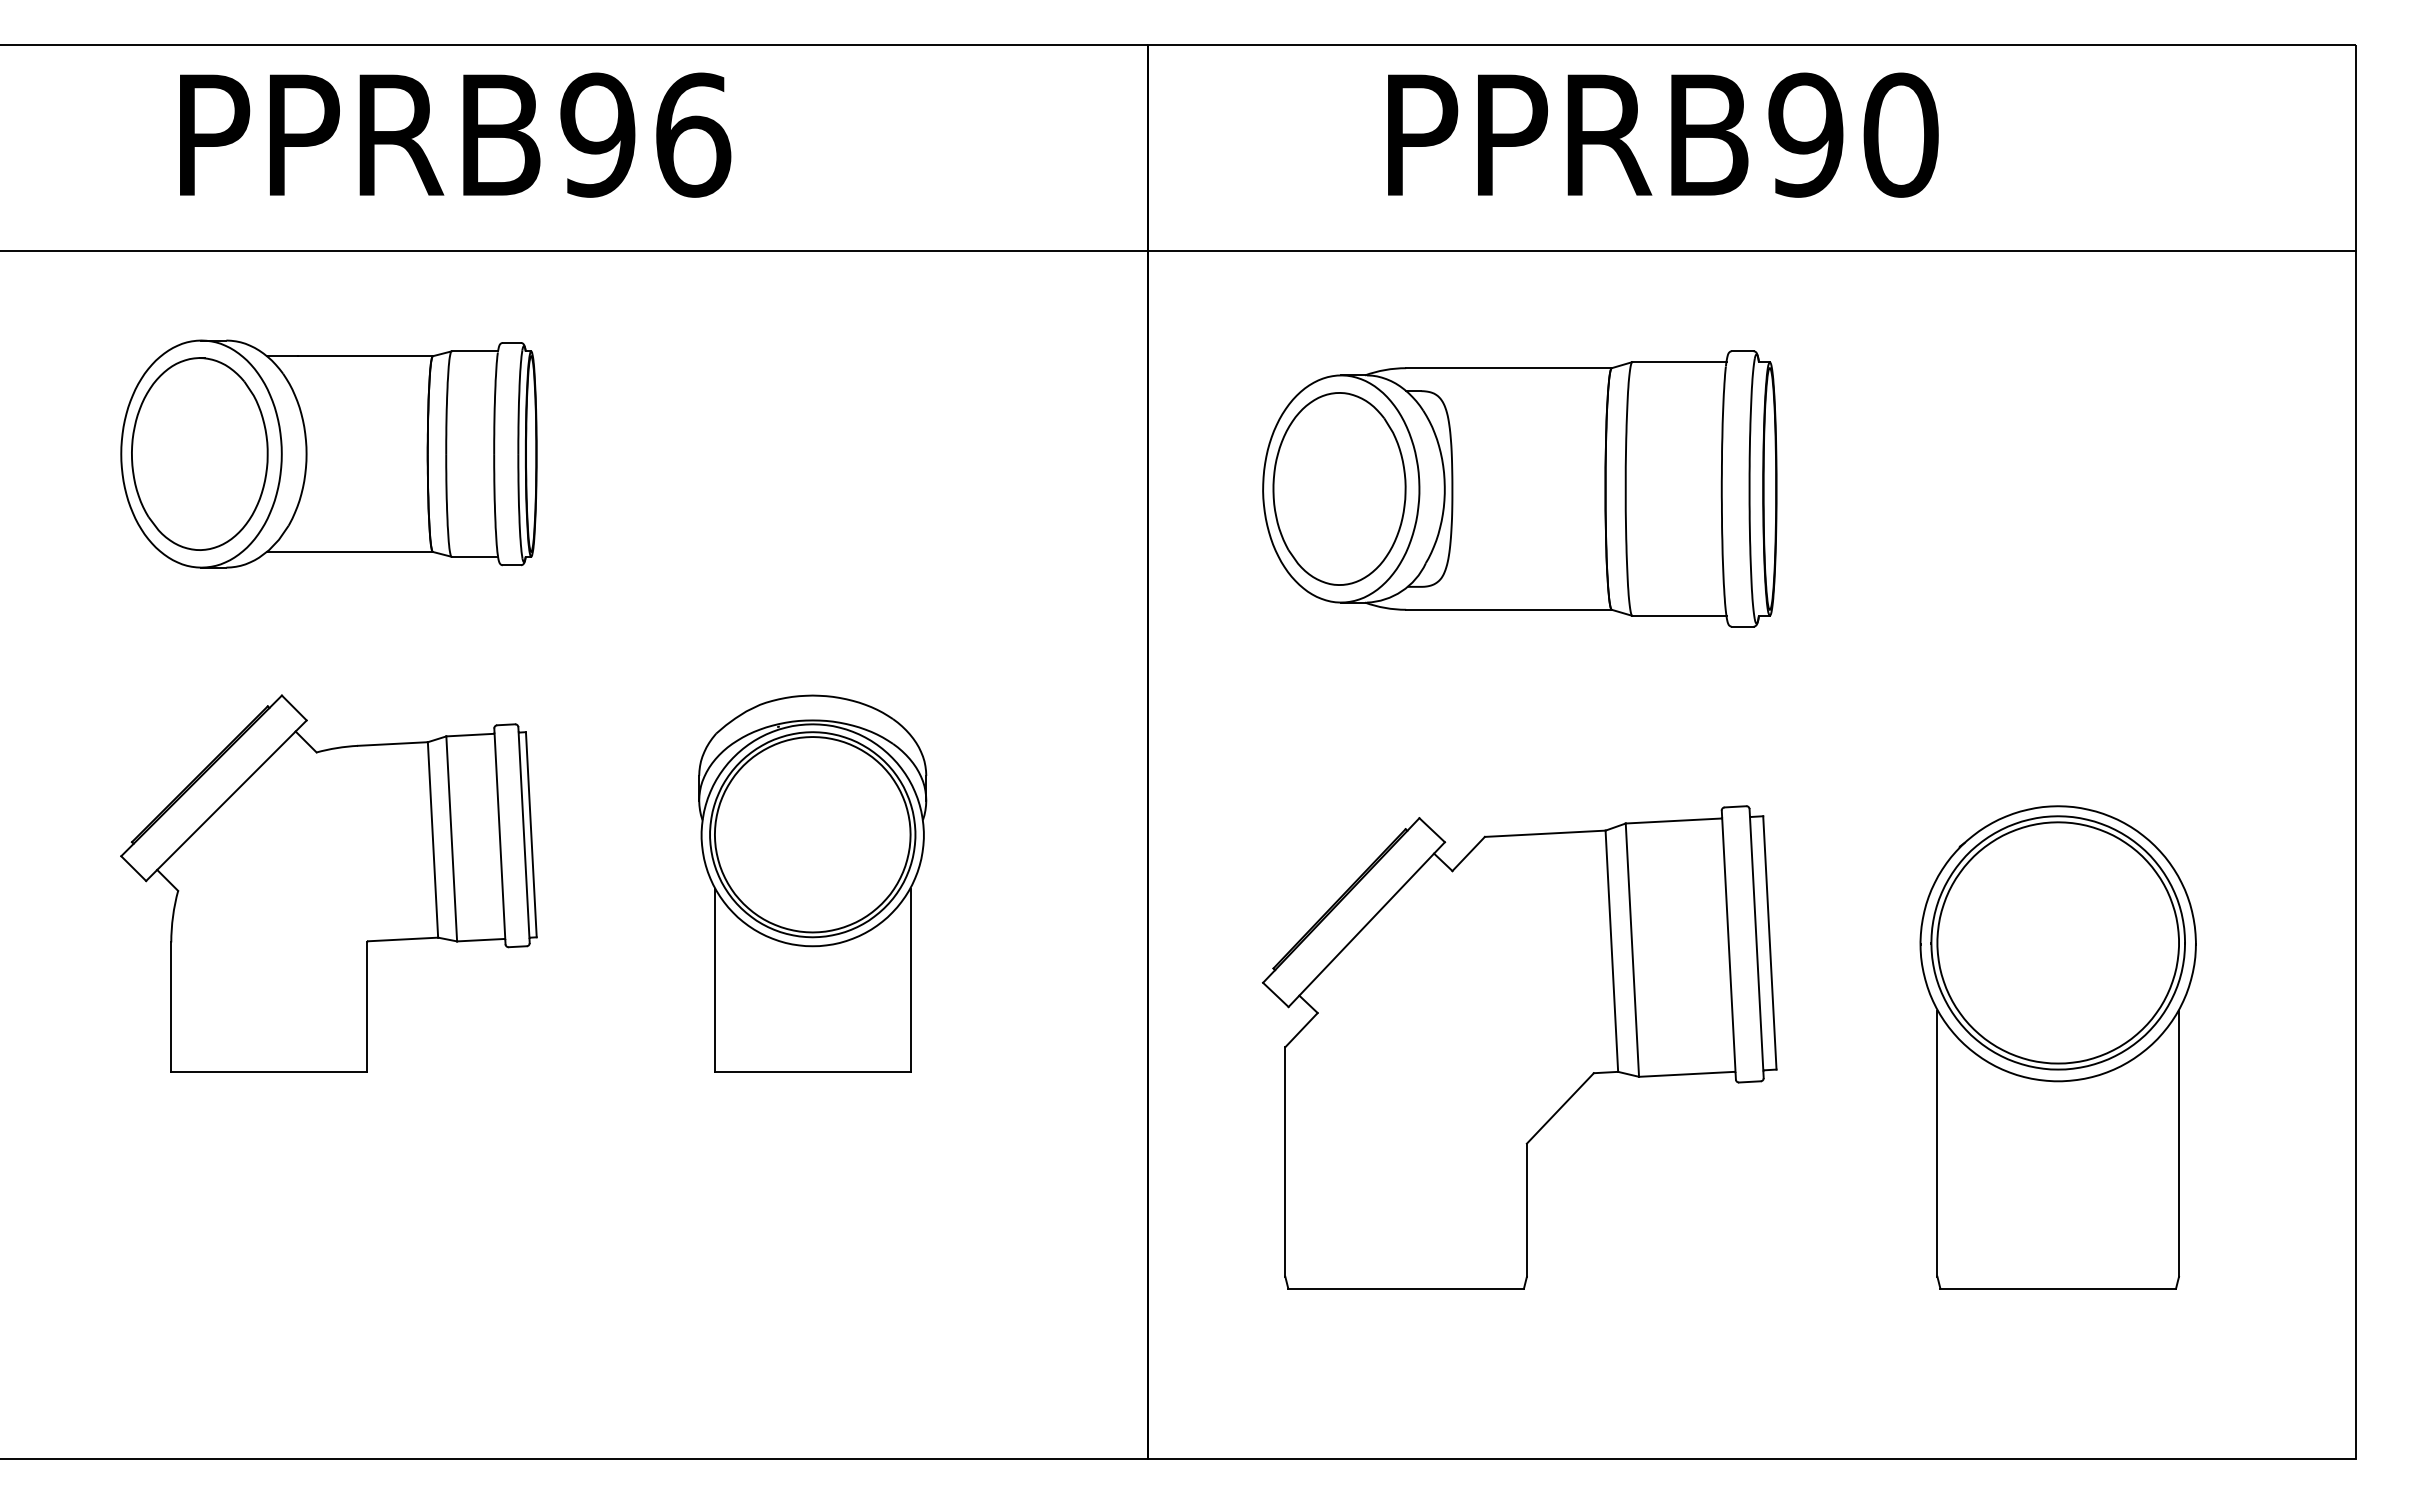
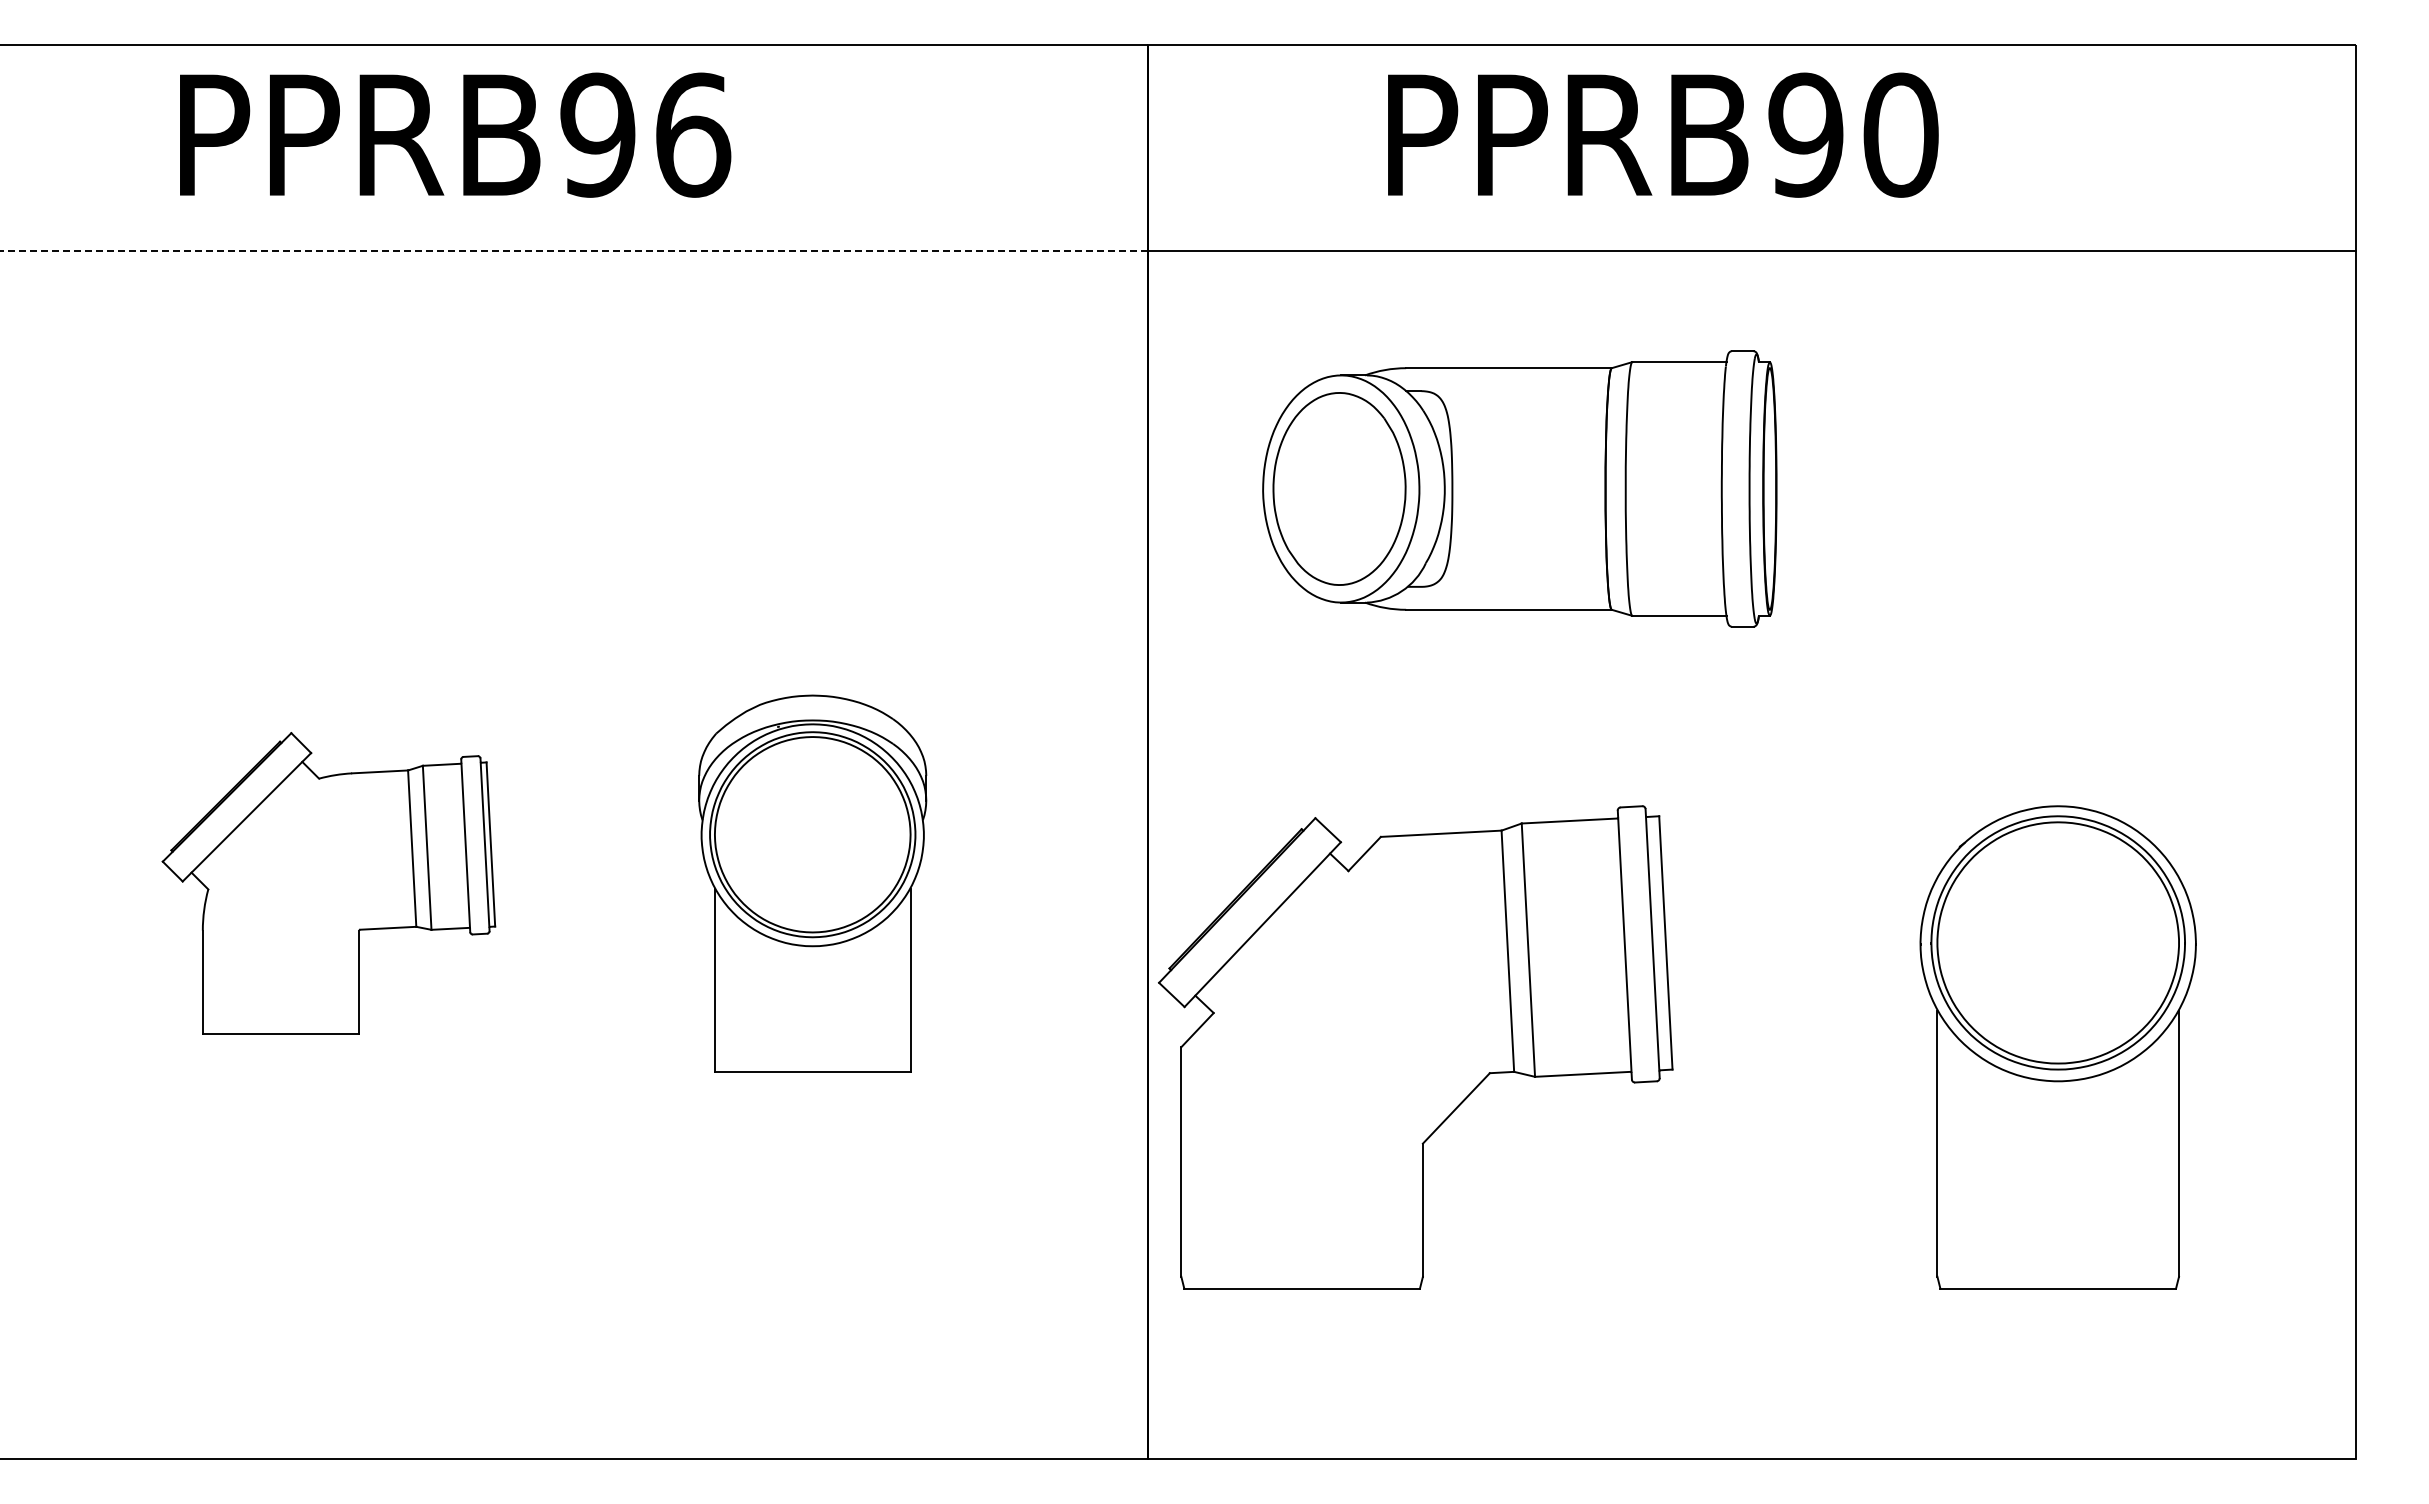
line at (573, 250): solid -> dashed
part at (328, 453): present -> none
part at (328, 883) size: 418x379 px -> 336x303 px
part at (1519, 1047) position: (1519, 1047) -> (1415, 1047)
